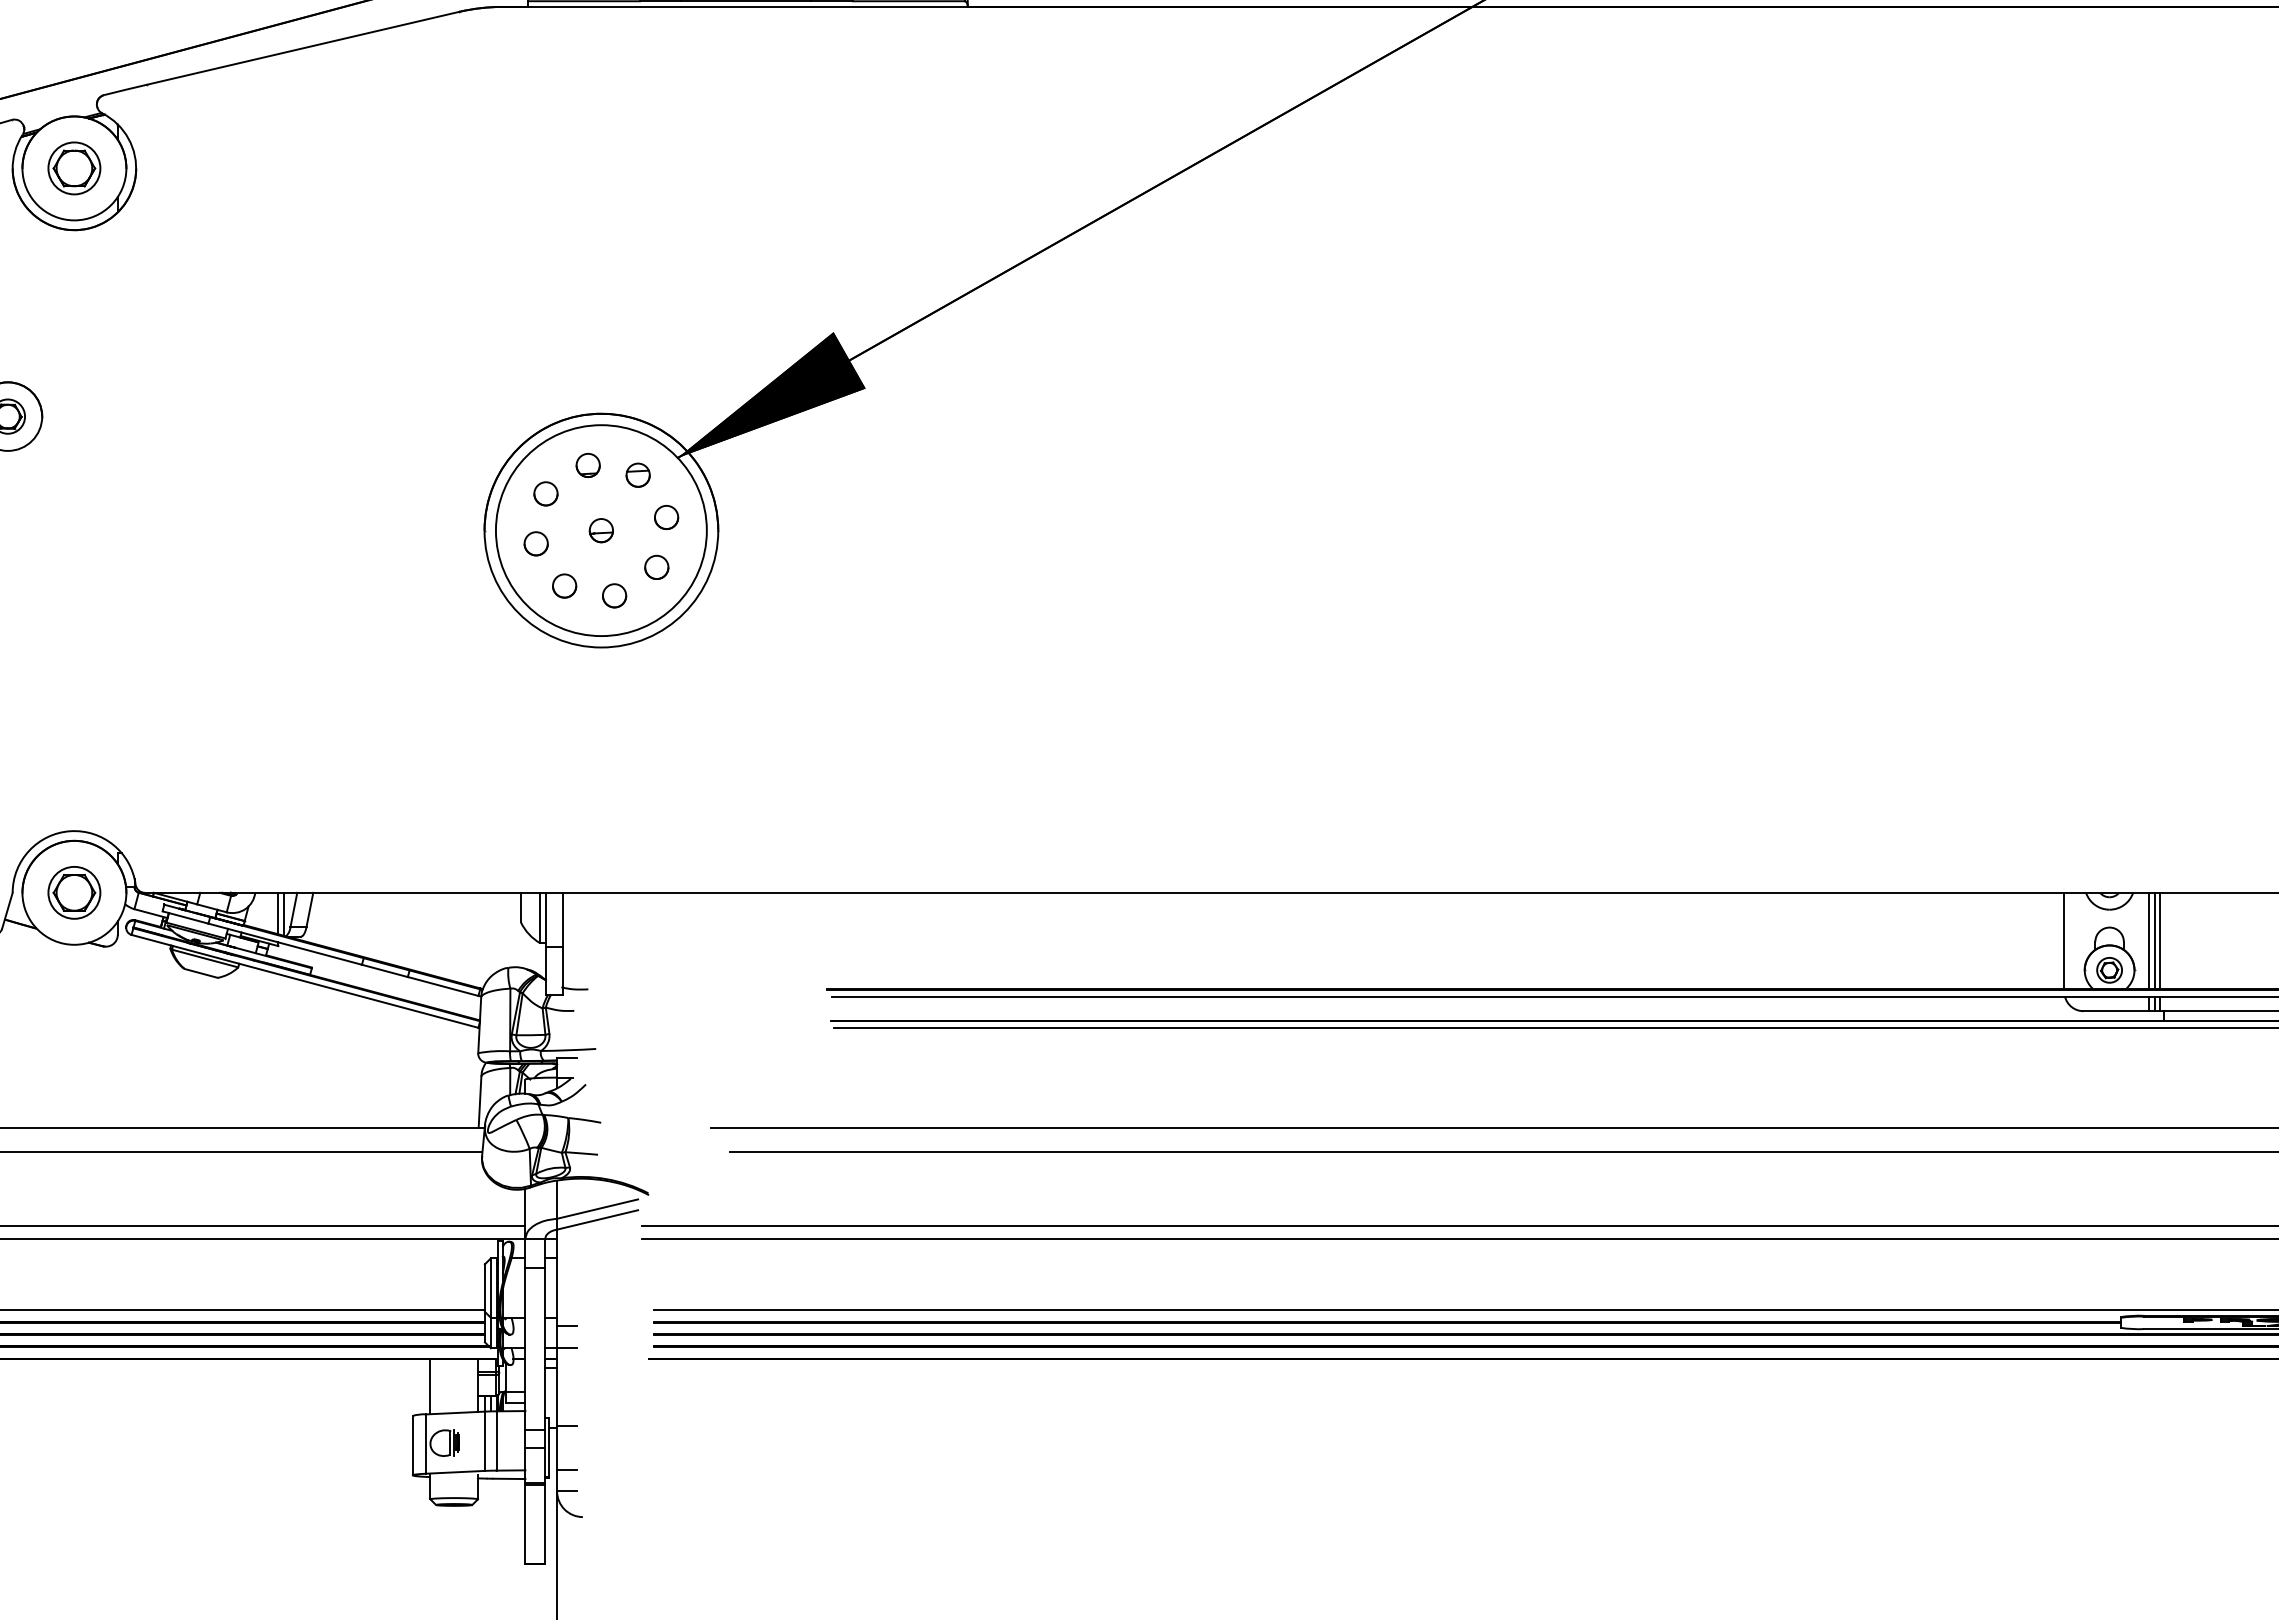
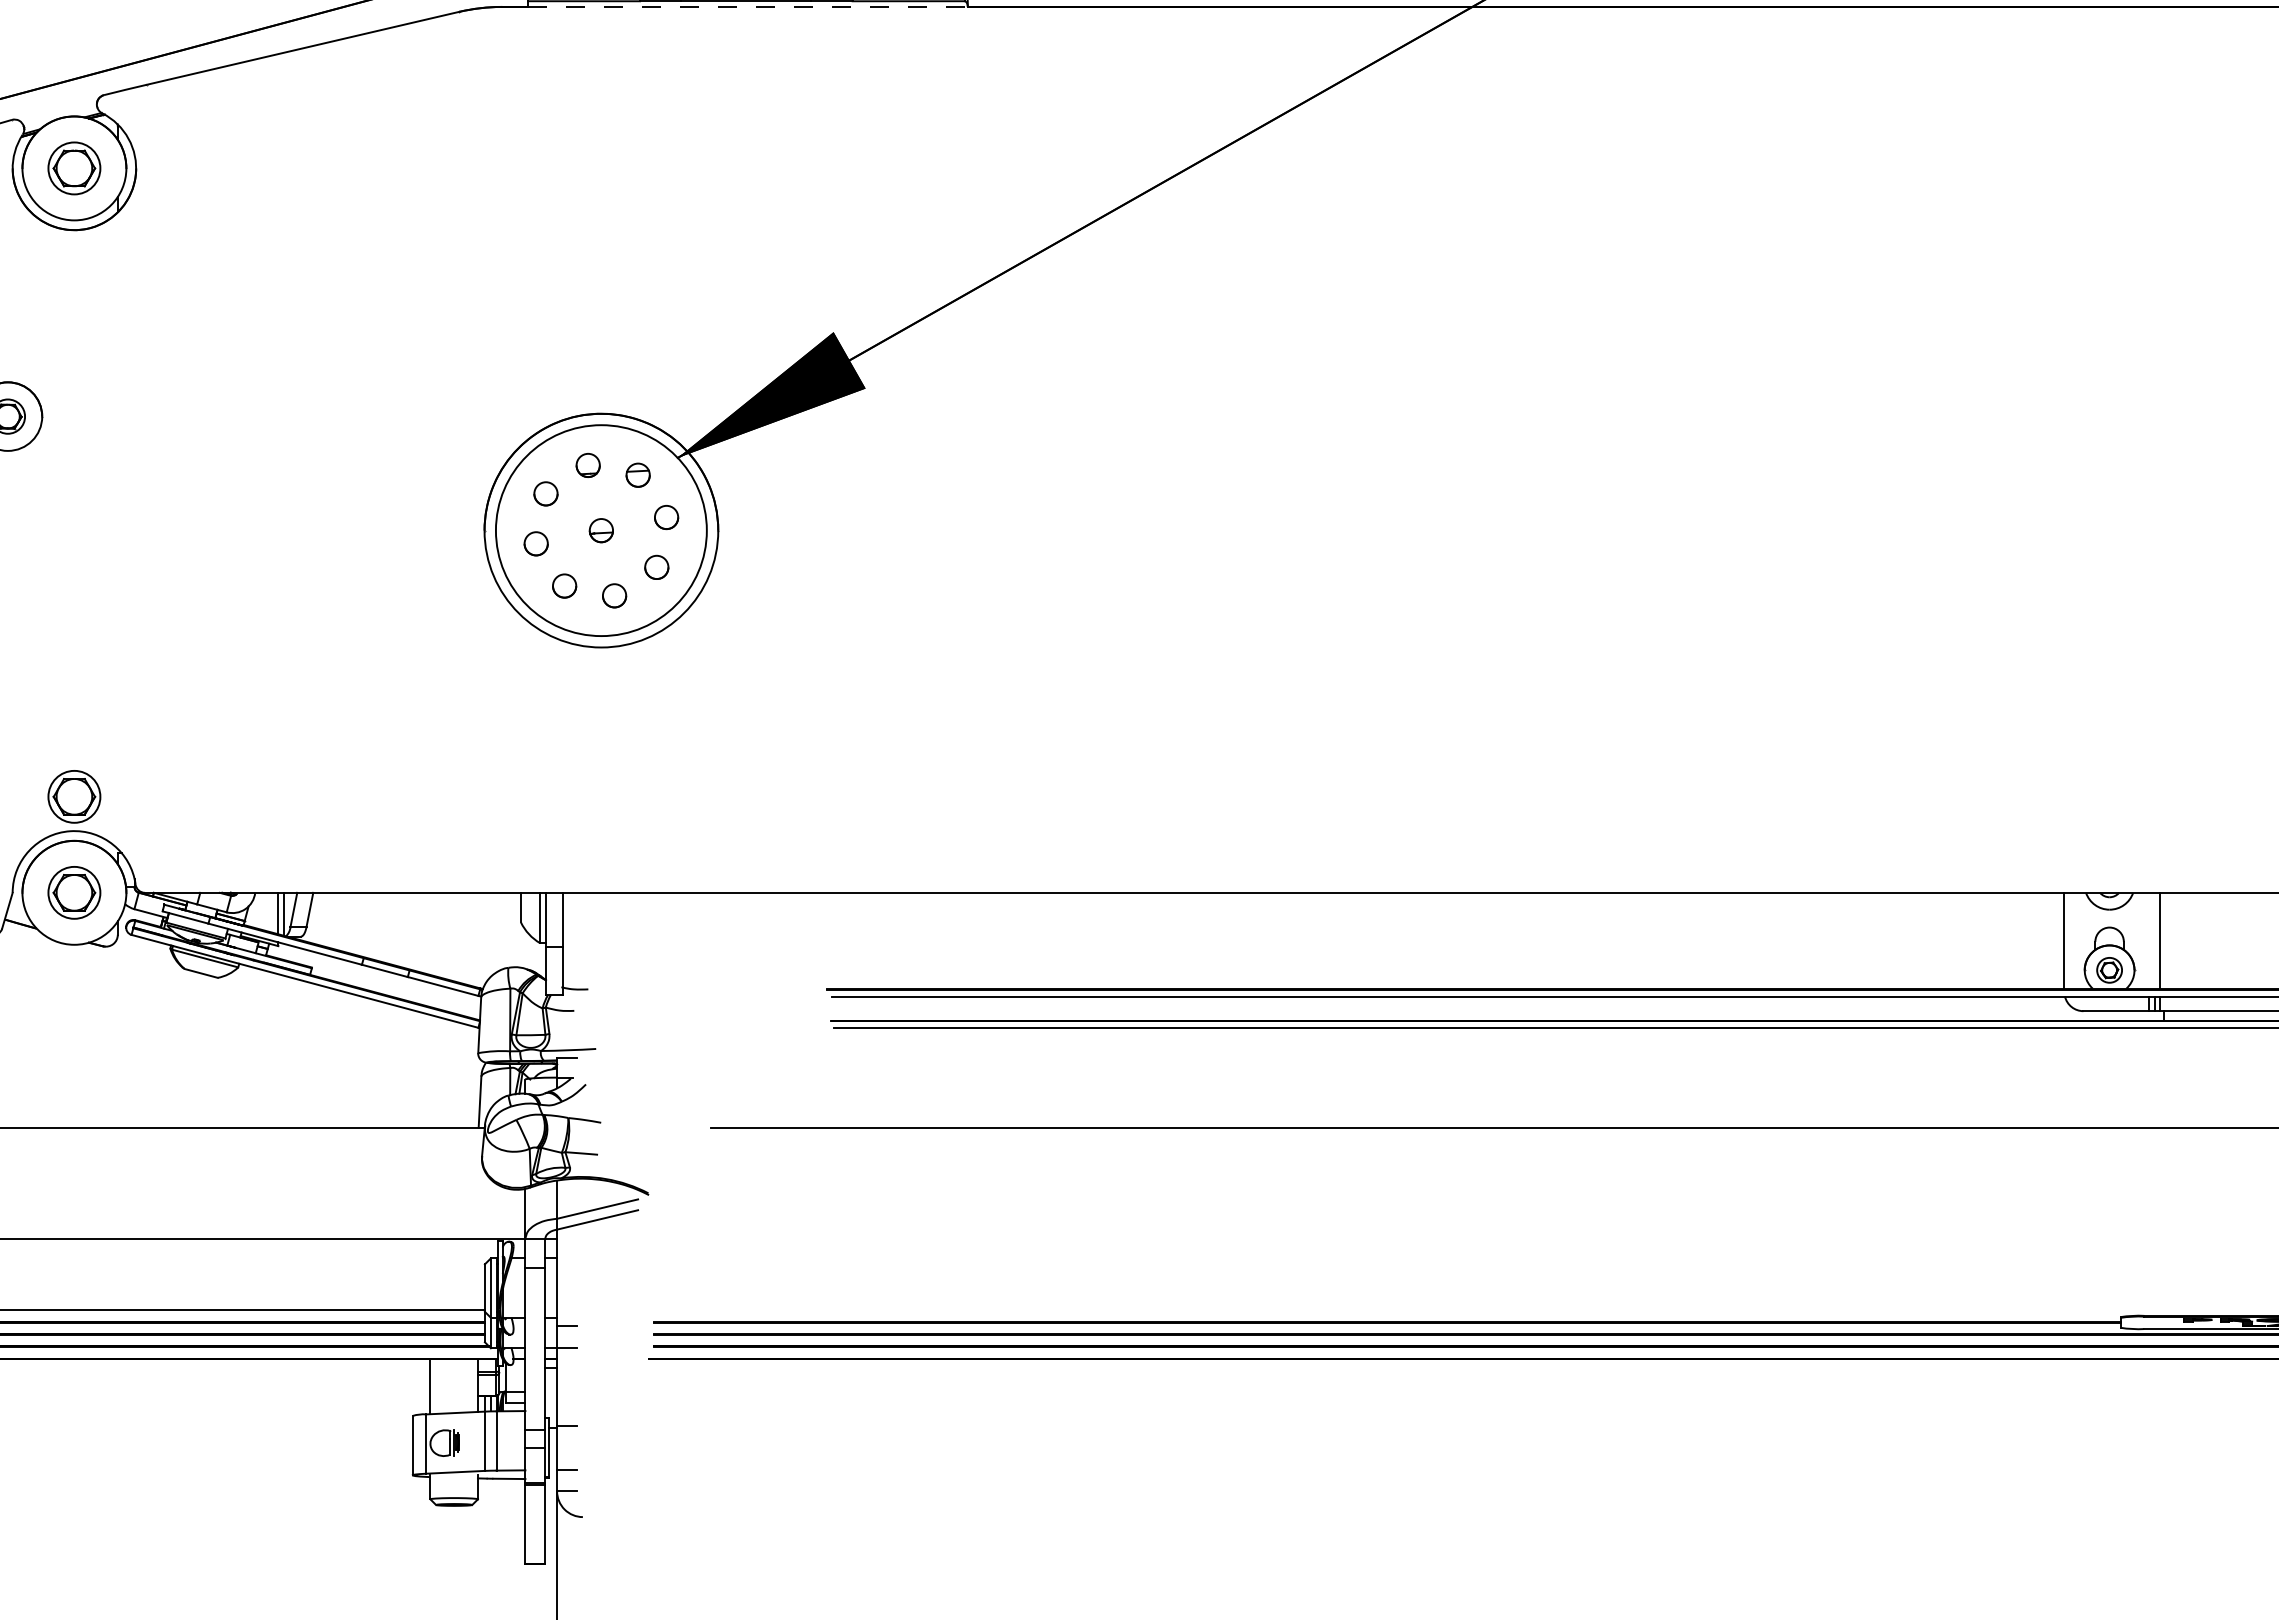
line at (748, 6): solid -> dashed
part at (74, 796): none -> present
line at (2149, 940): present -> none
line at (2154, 940): present -> none
line at (242, 1152): present -> none
line at (1502, 1152): present -> none
line at (263, 1225): present -> none
line at (1458, 1225): present -> none
line at (1458, 1238): present -> none
line at (1464, 1309): present -> none
